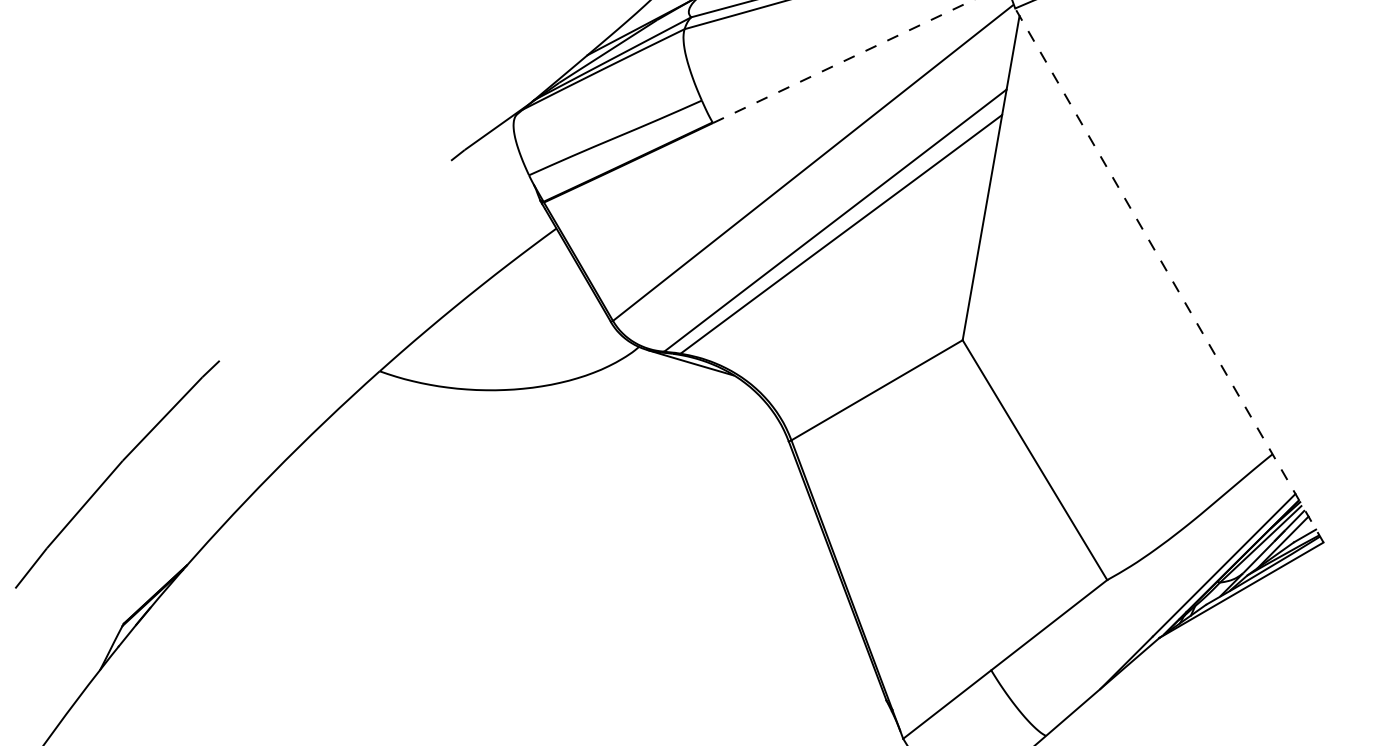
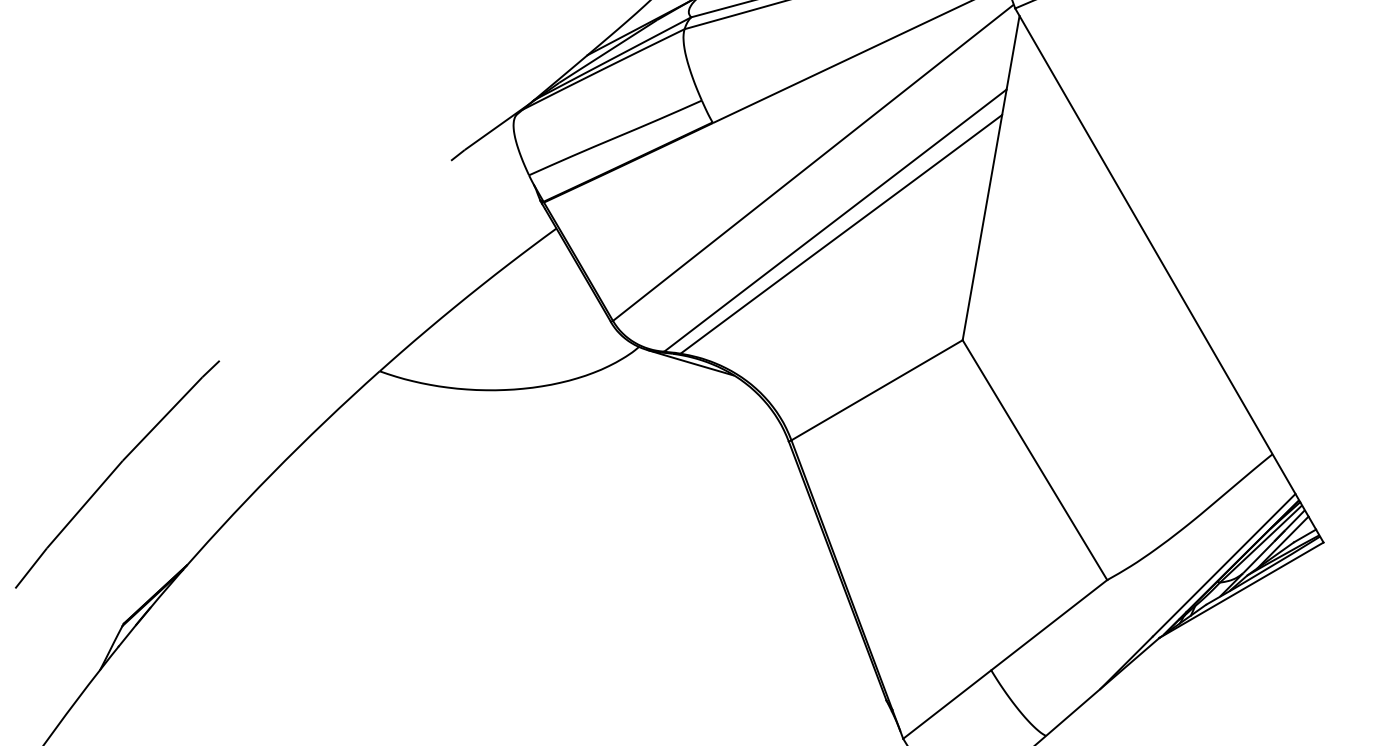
line at (843, 61): dashed -> solid
line at (1169, 275): dashed -> solid
